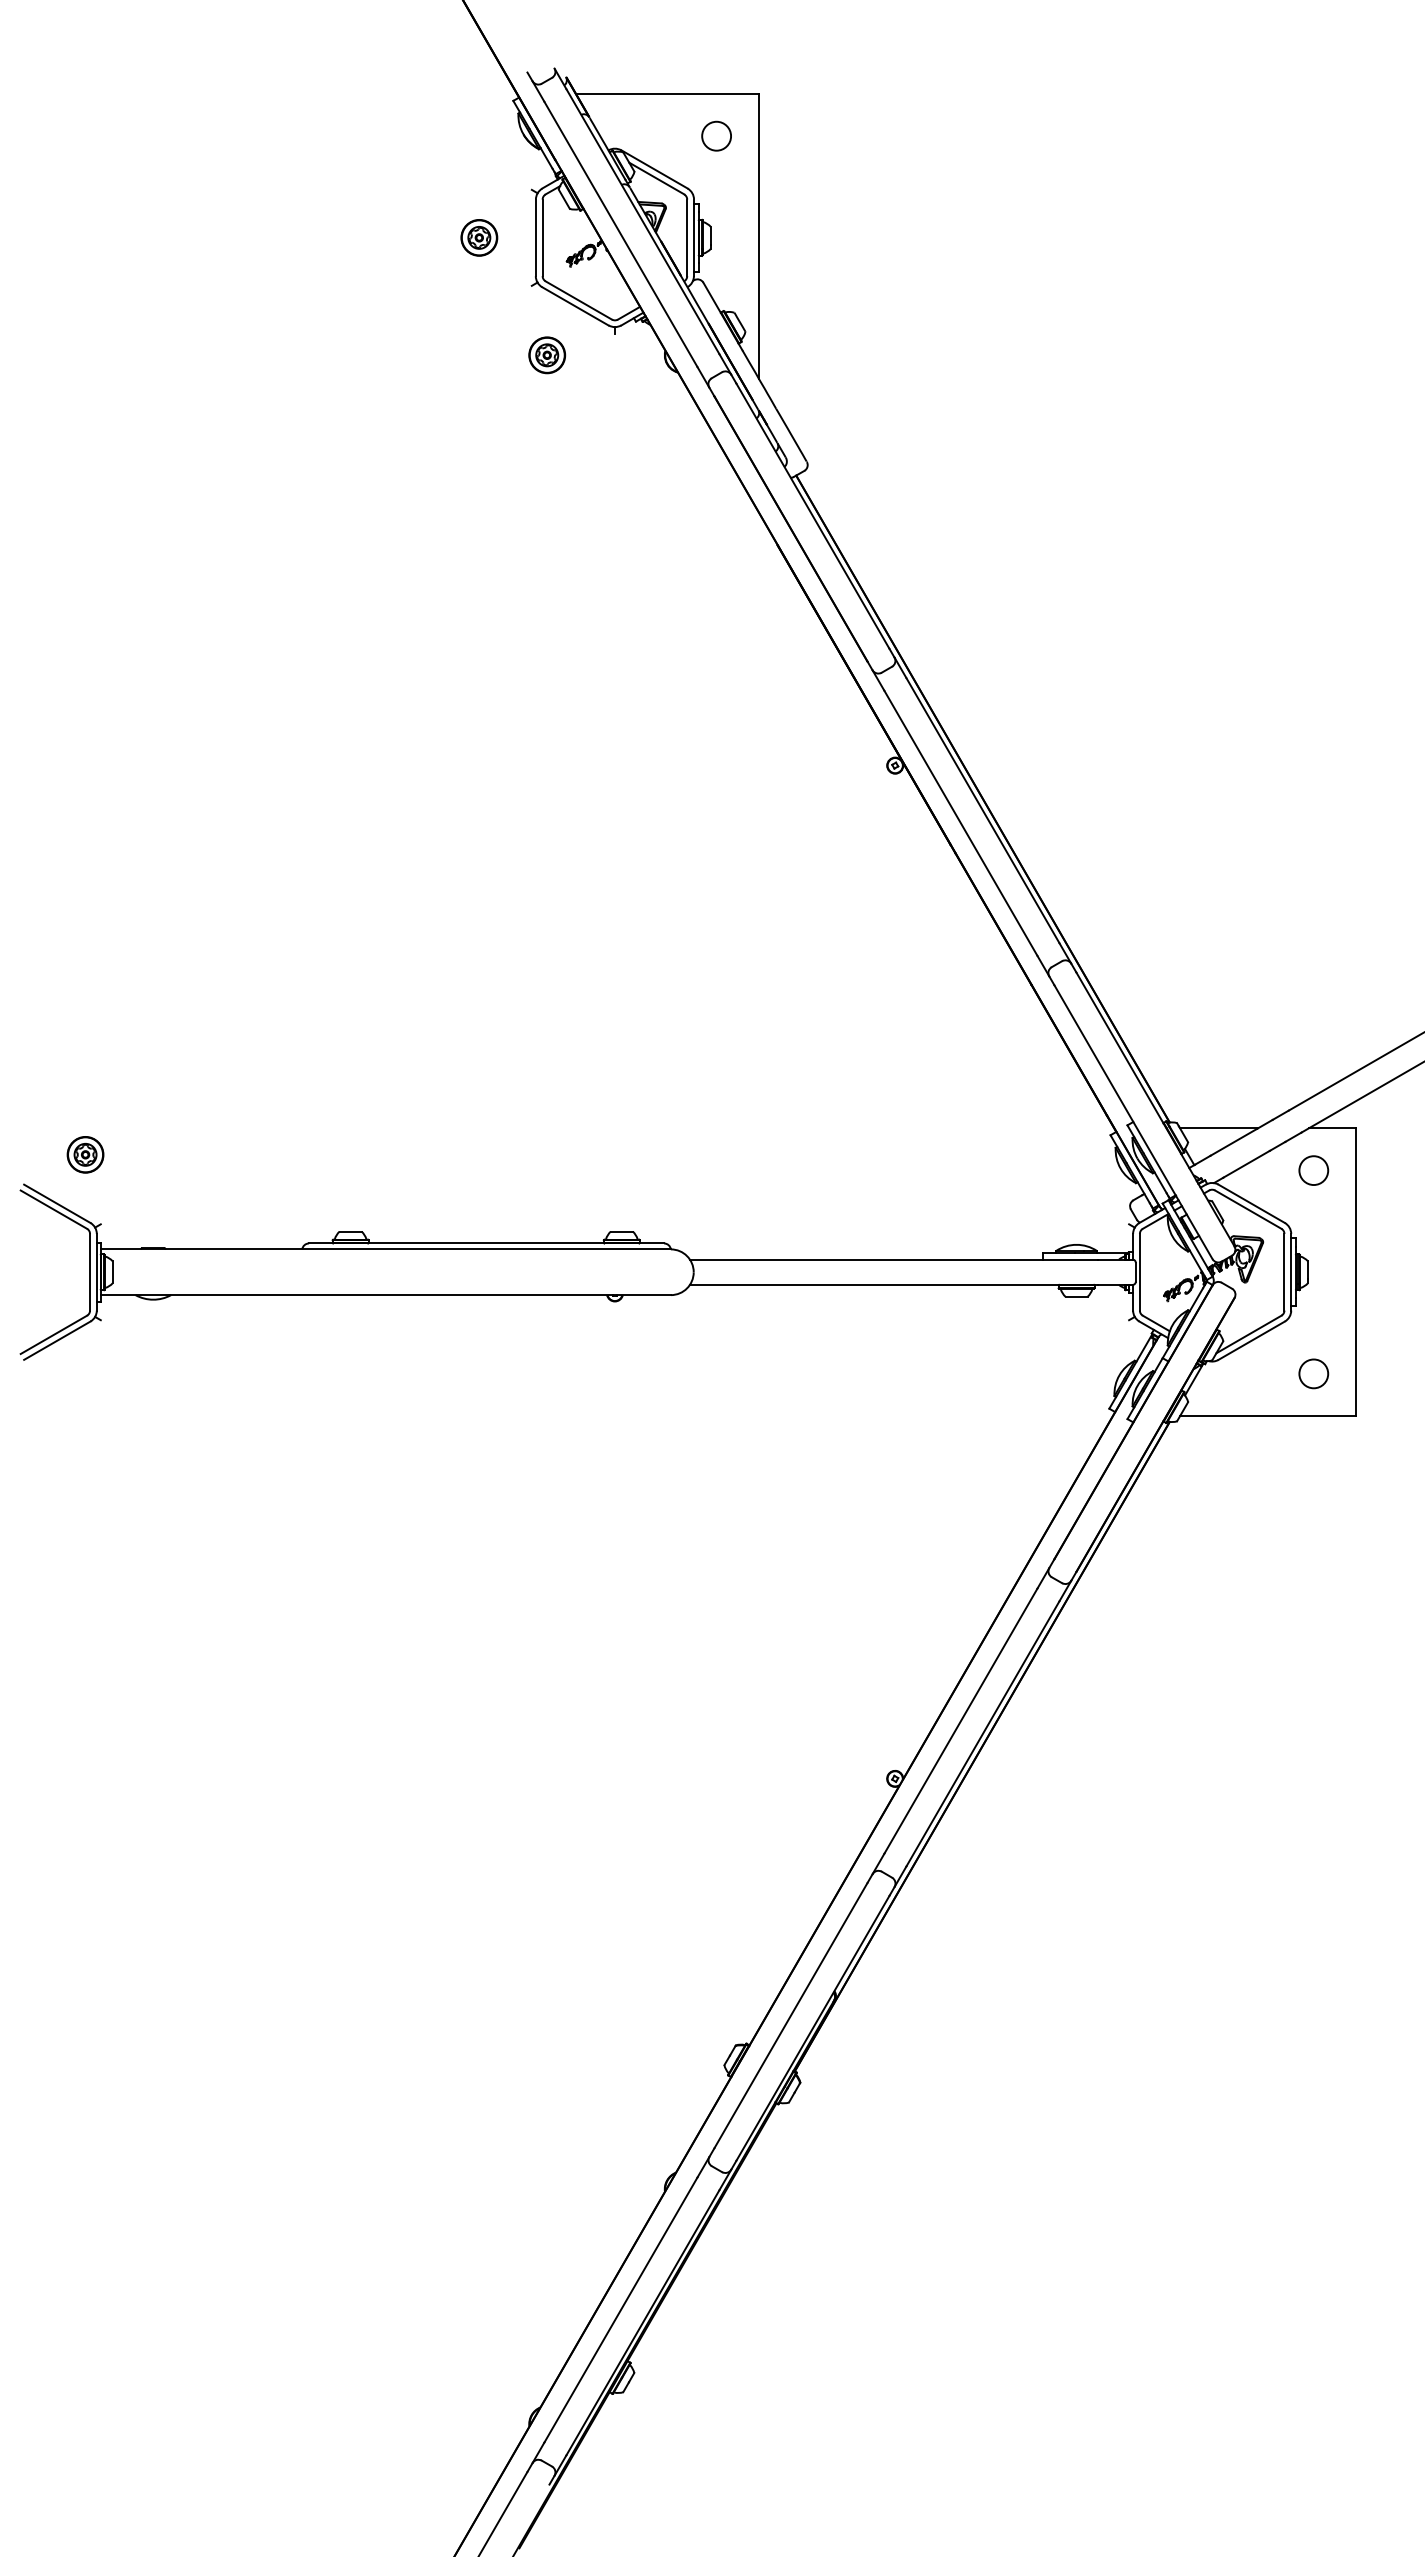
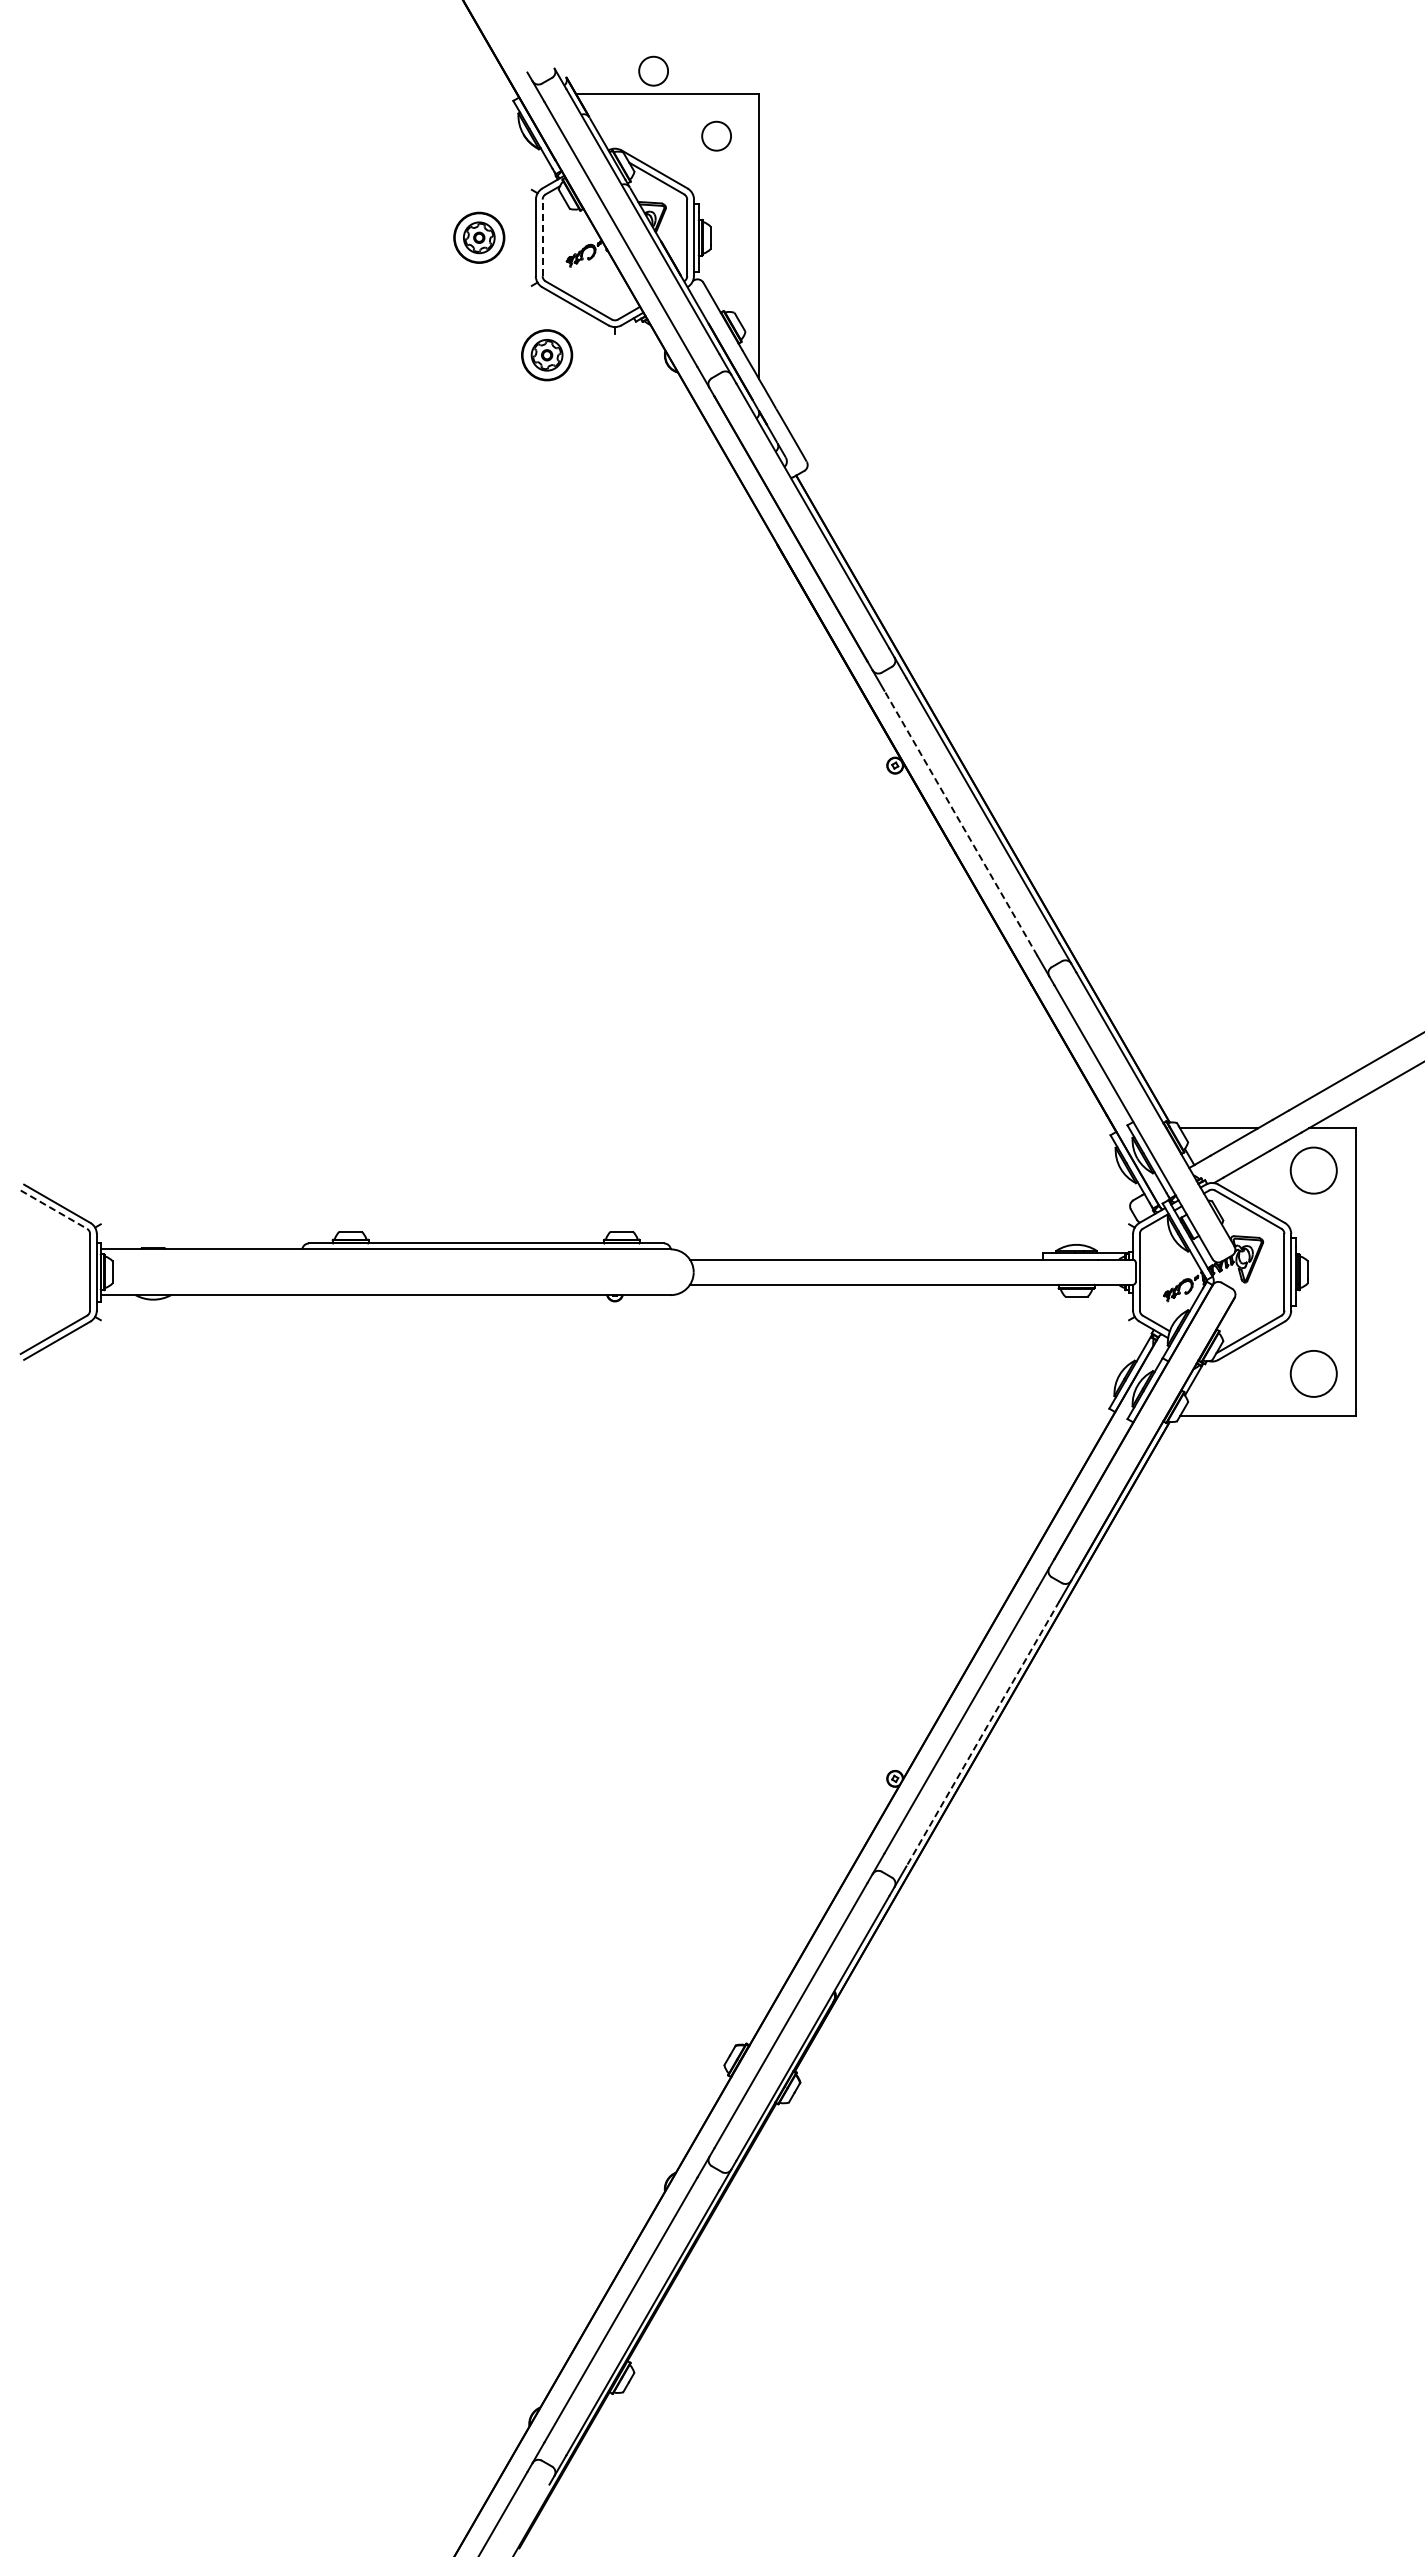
circle at (653, 70): none -> present
part at (479, 237) size: 39x38 px -> 53x53 px
line at (542, 237): solid -> dashed
part at (547, 355) size: 39x39 px -> 53x53 px
line at (960, 822): solid -> dashed
part at (85, 1154): present -> none
circle at (1313, 1170) diameter: 29 px -> 46 px
line at (54, 1209): solid -> dashed
circle at (1313, 1373) diameter: 29 px -> 46 px
line at (982, 1734): solid -> dashed
